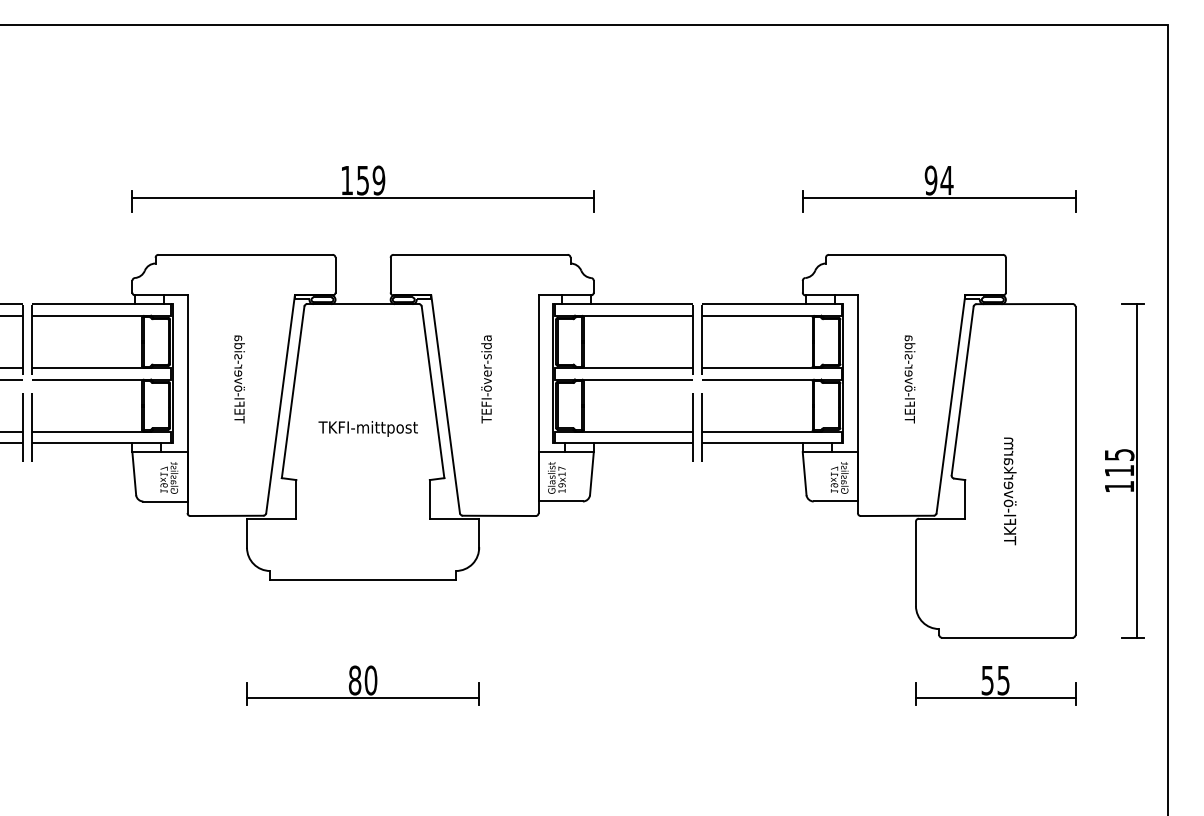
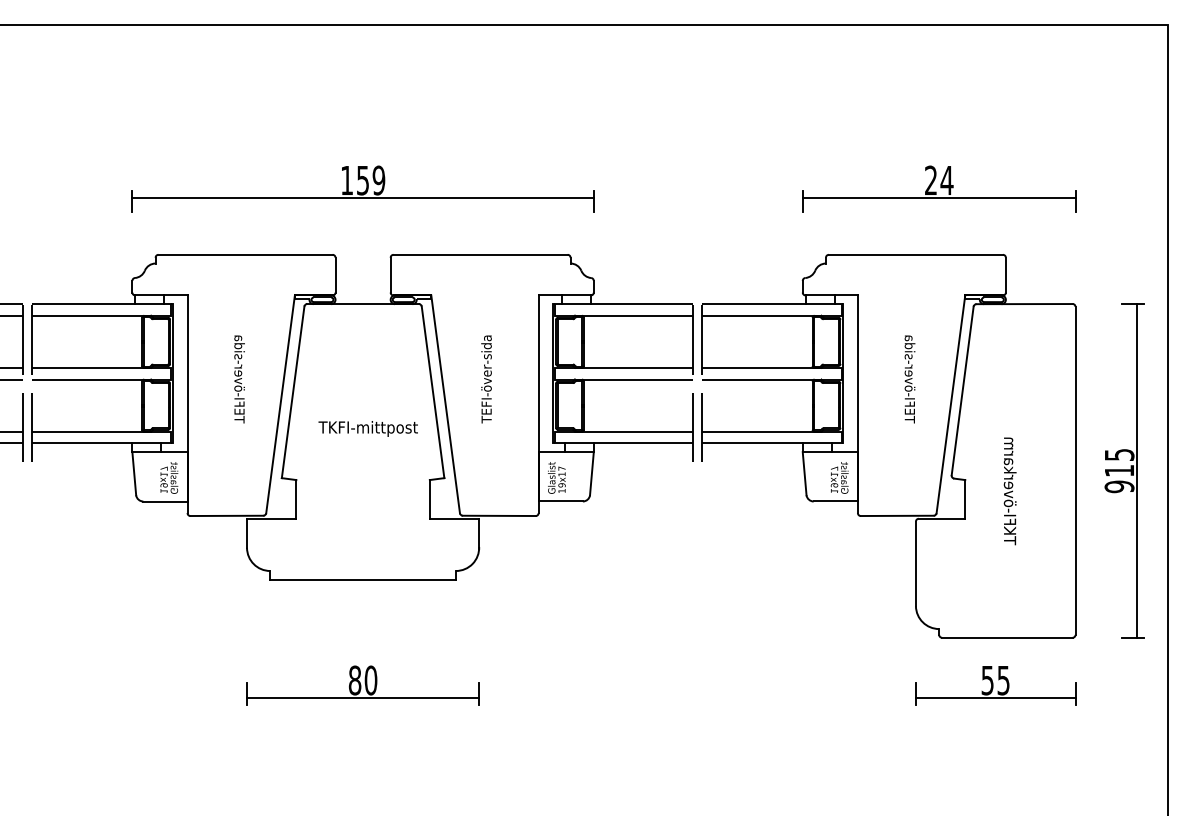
text at (930, 180): 94 -> 24
text at (1119, 486): 115 -> 915
